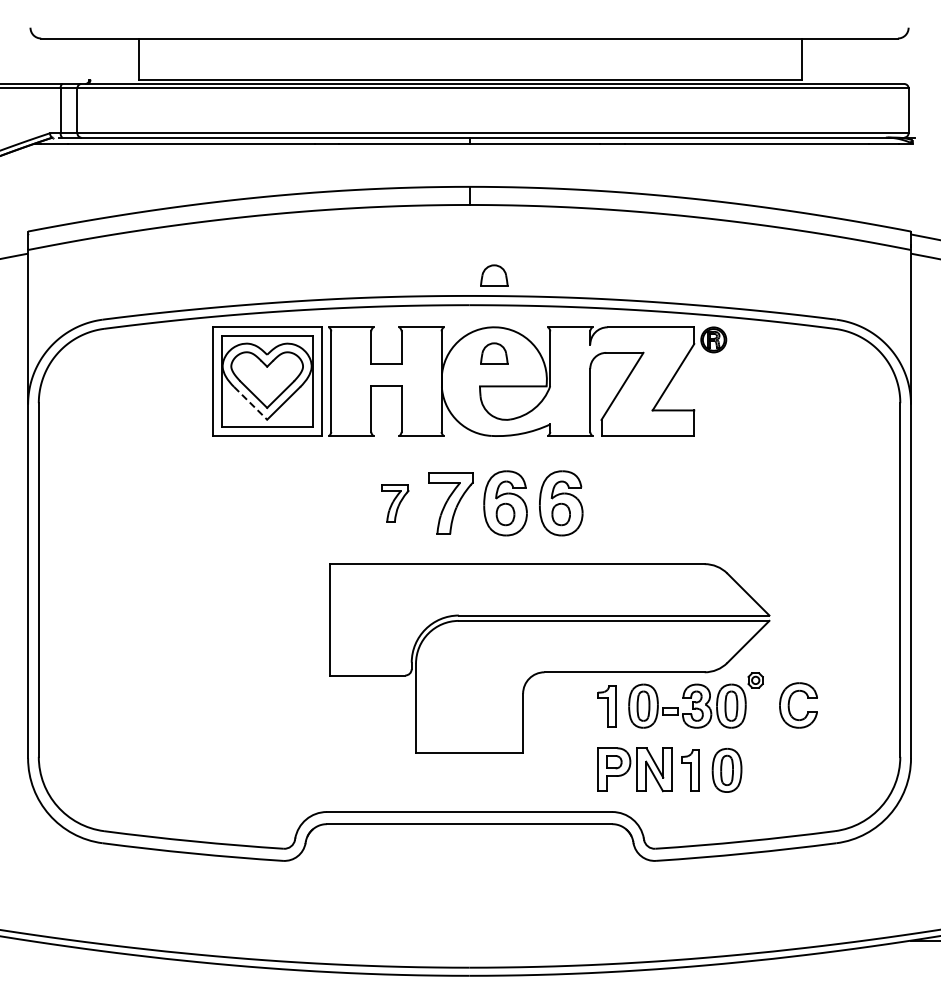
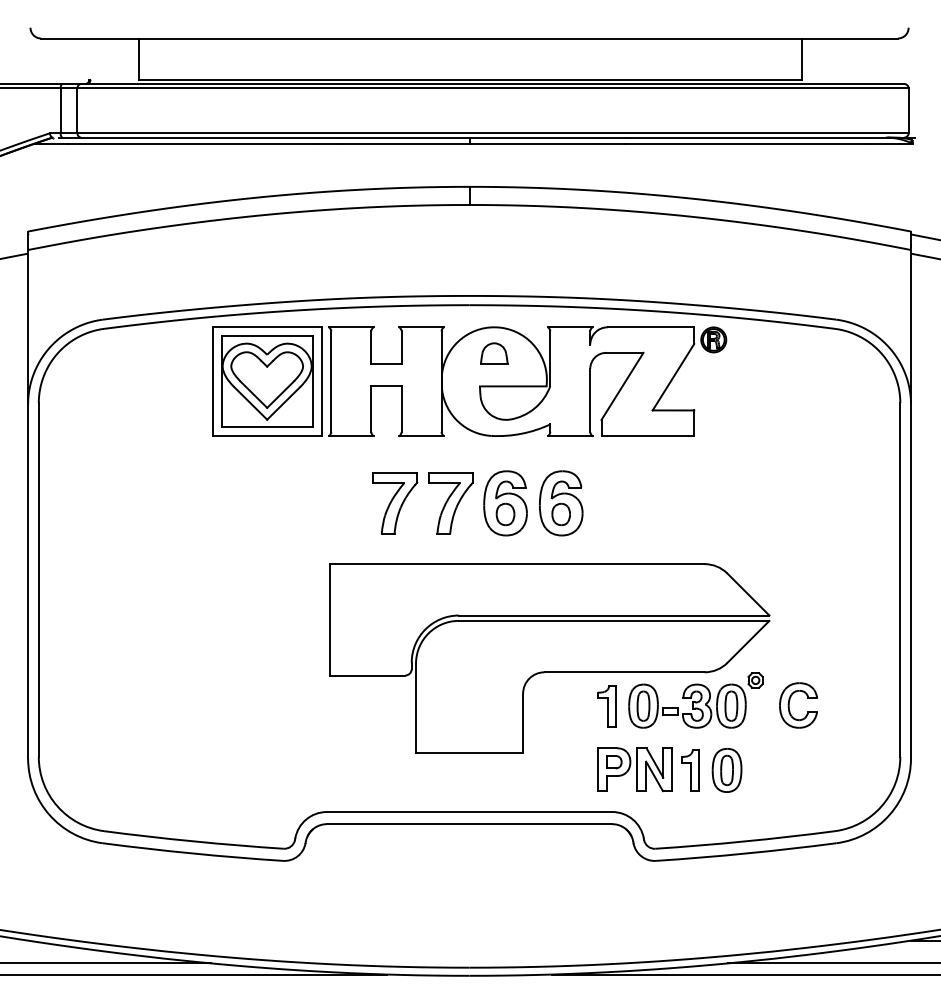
part at (494, 275): present -> none
line at (251, 403): dashed -> solid
part at (395, 503) size: 29x39 px -> 47x63 px
line at (106, 963): none -> present
line at (832, 963): none -> present
line at (194, 974): none -> present
line at (744, 974): none -> present
